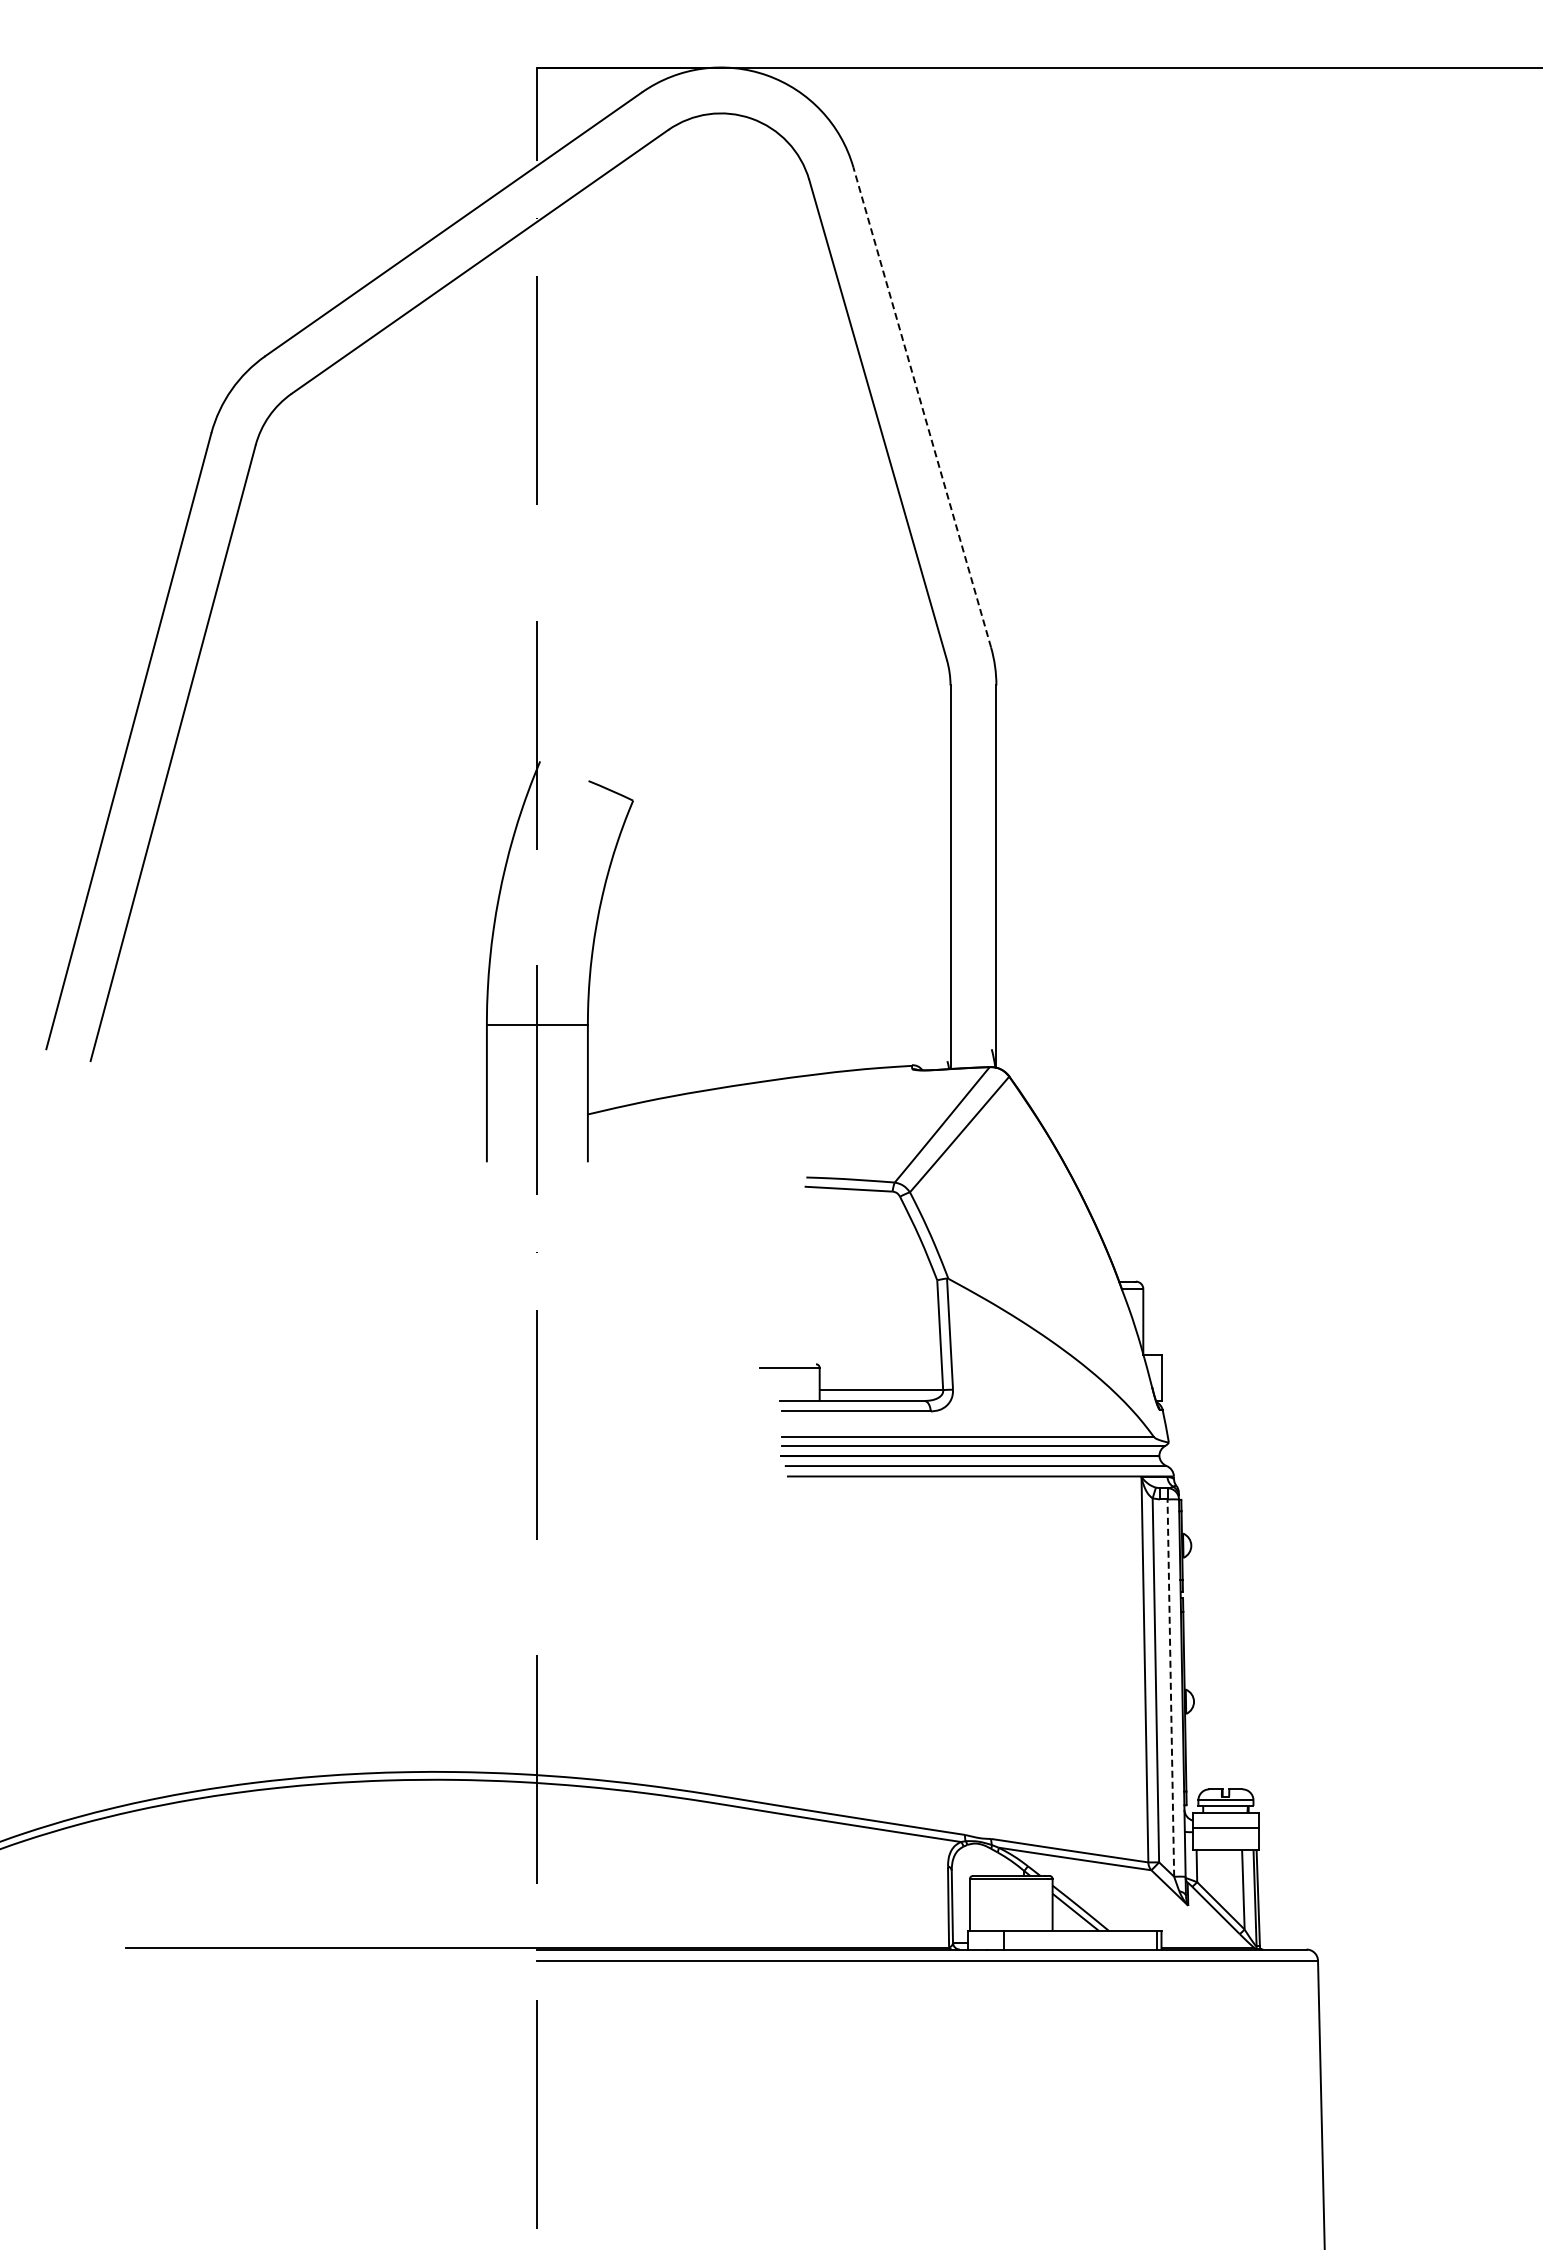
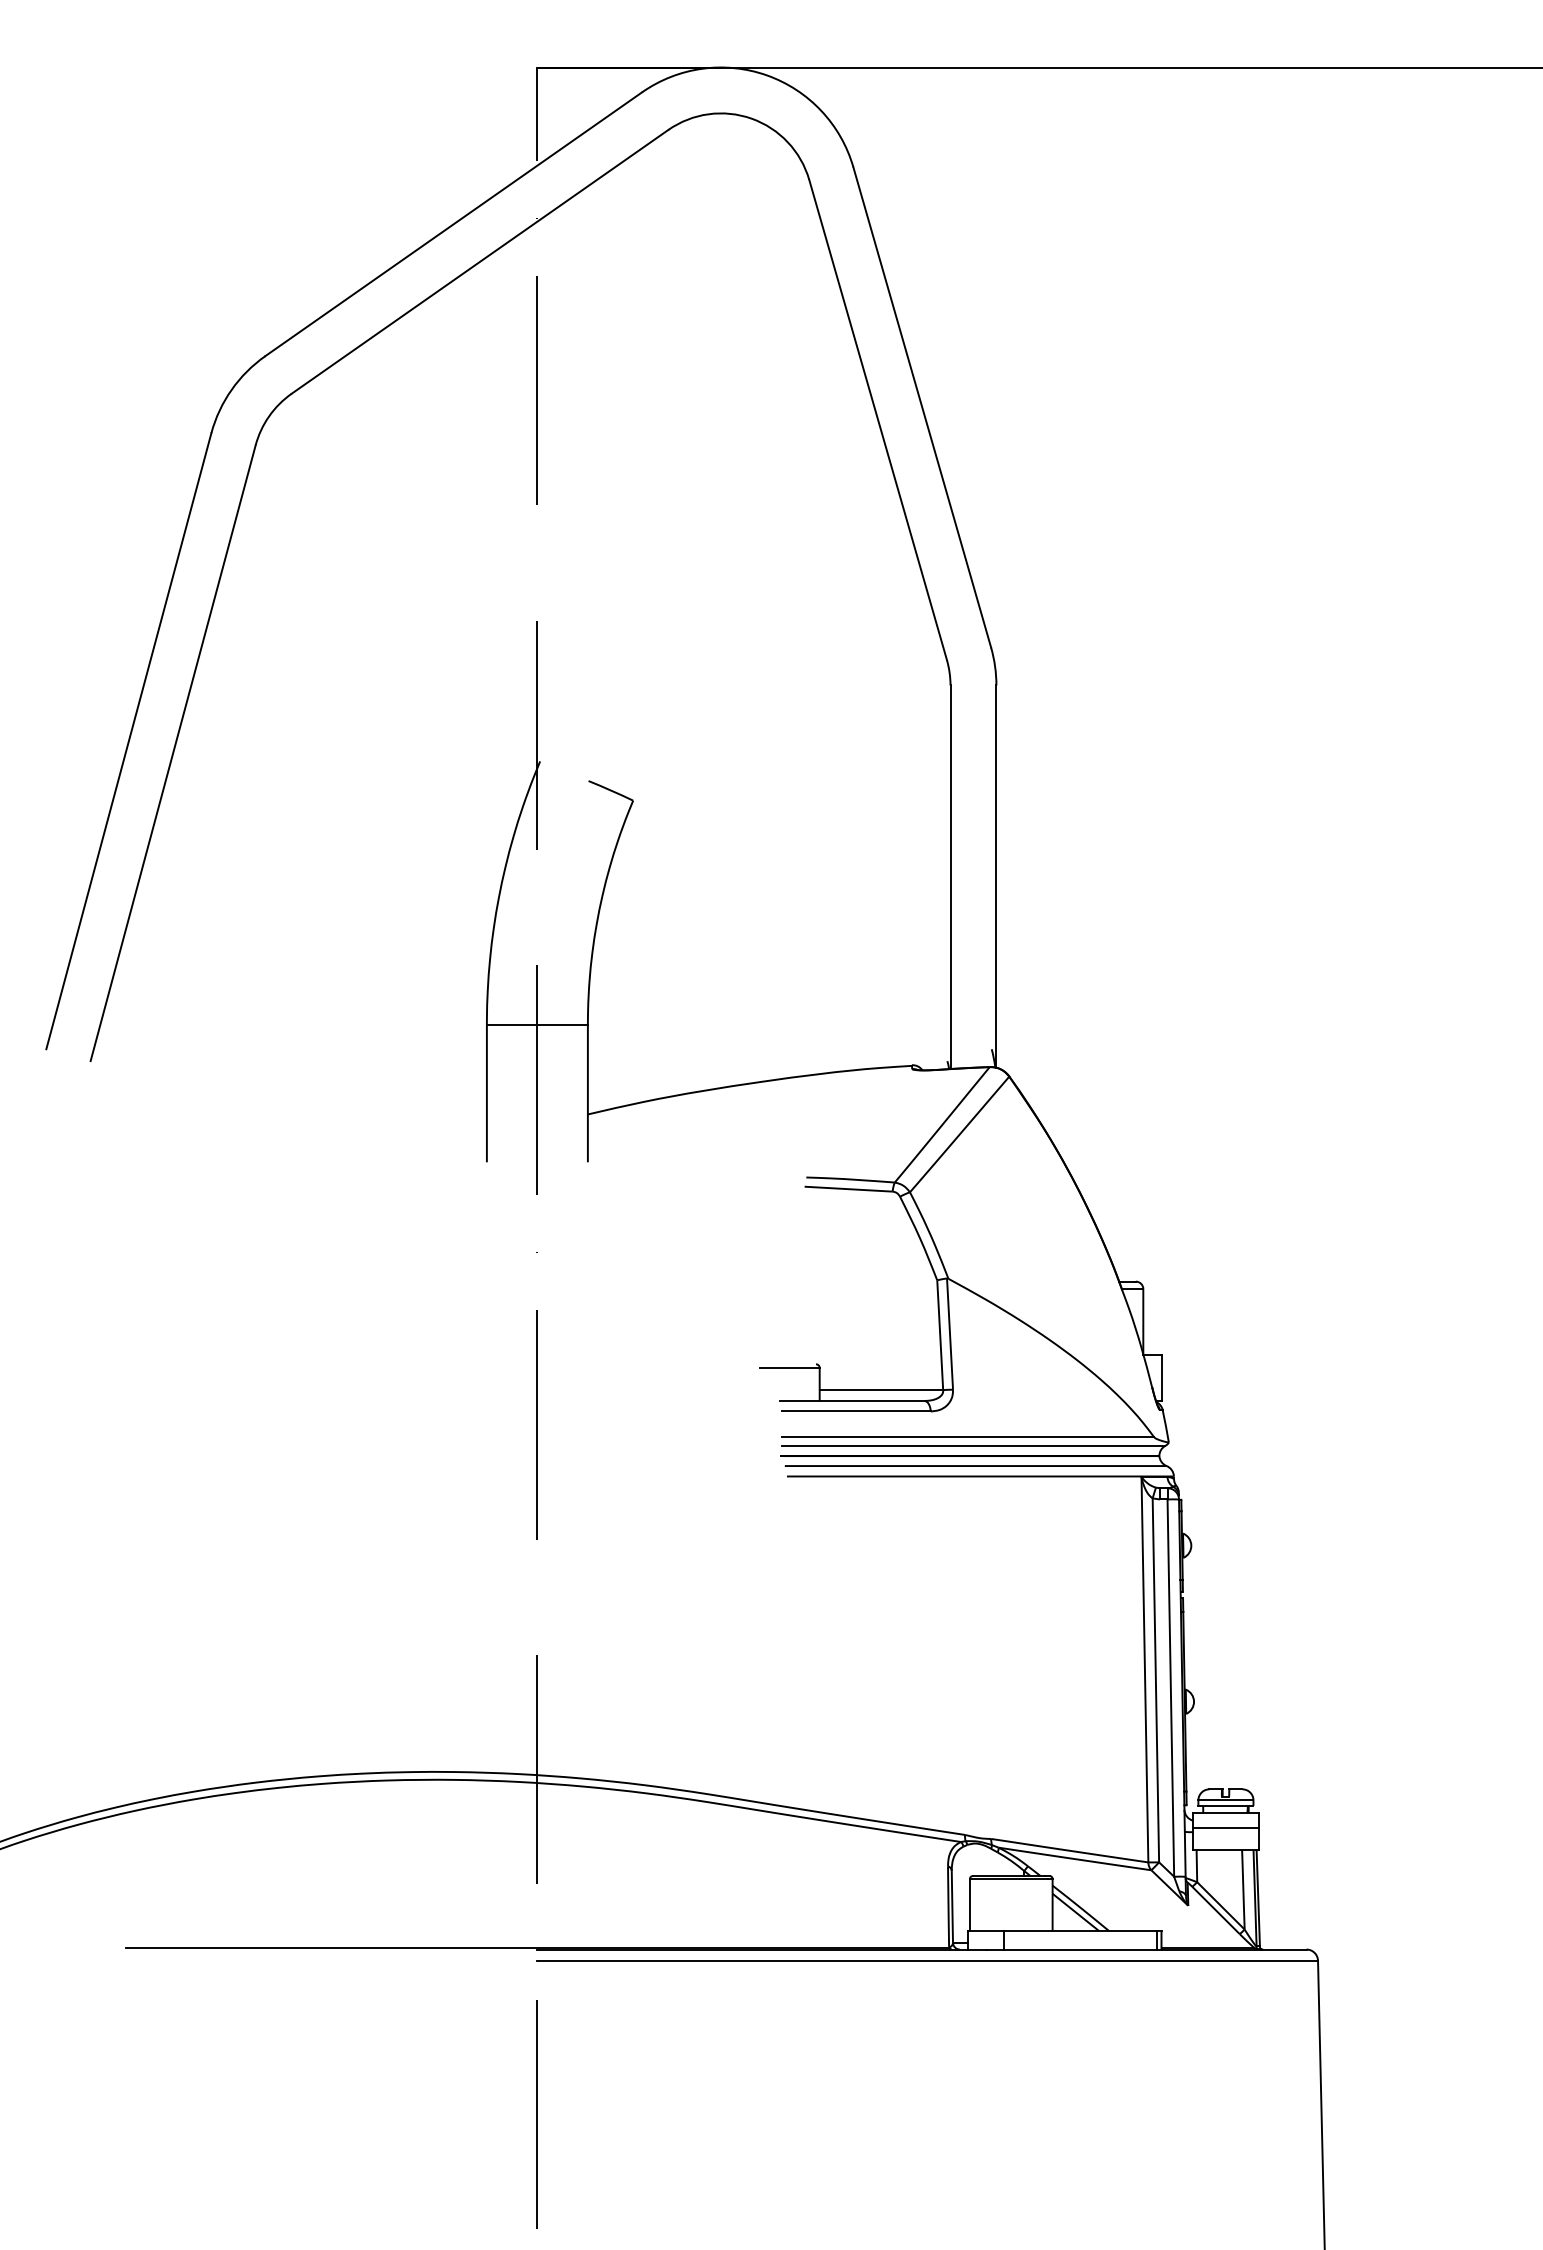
line at (922, 407): dashed -> solid
line at (1170, 1688): dashed -> solid
